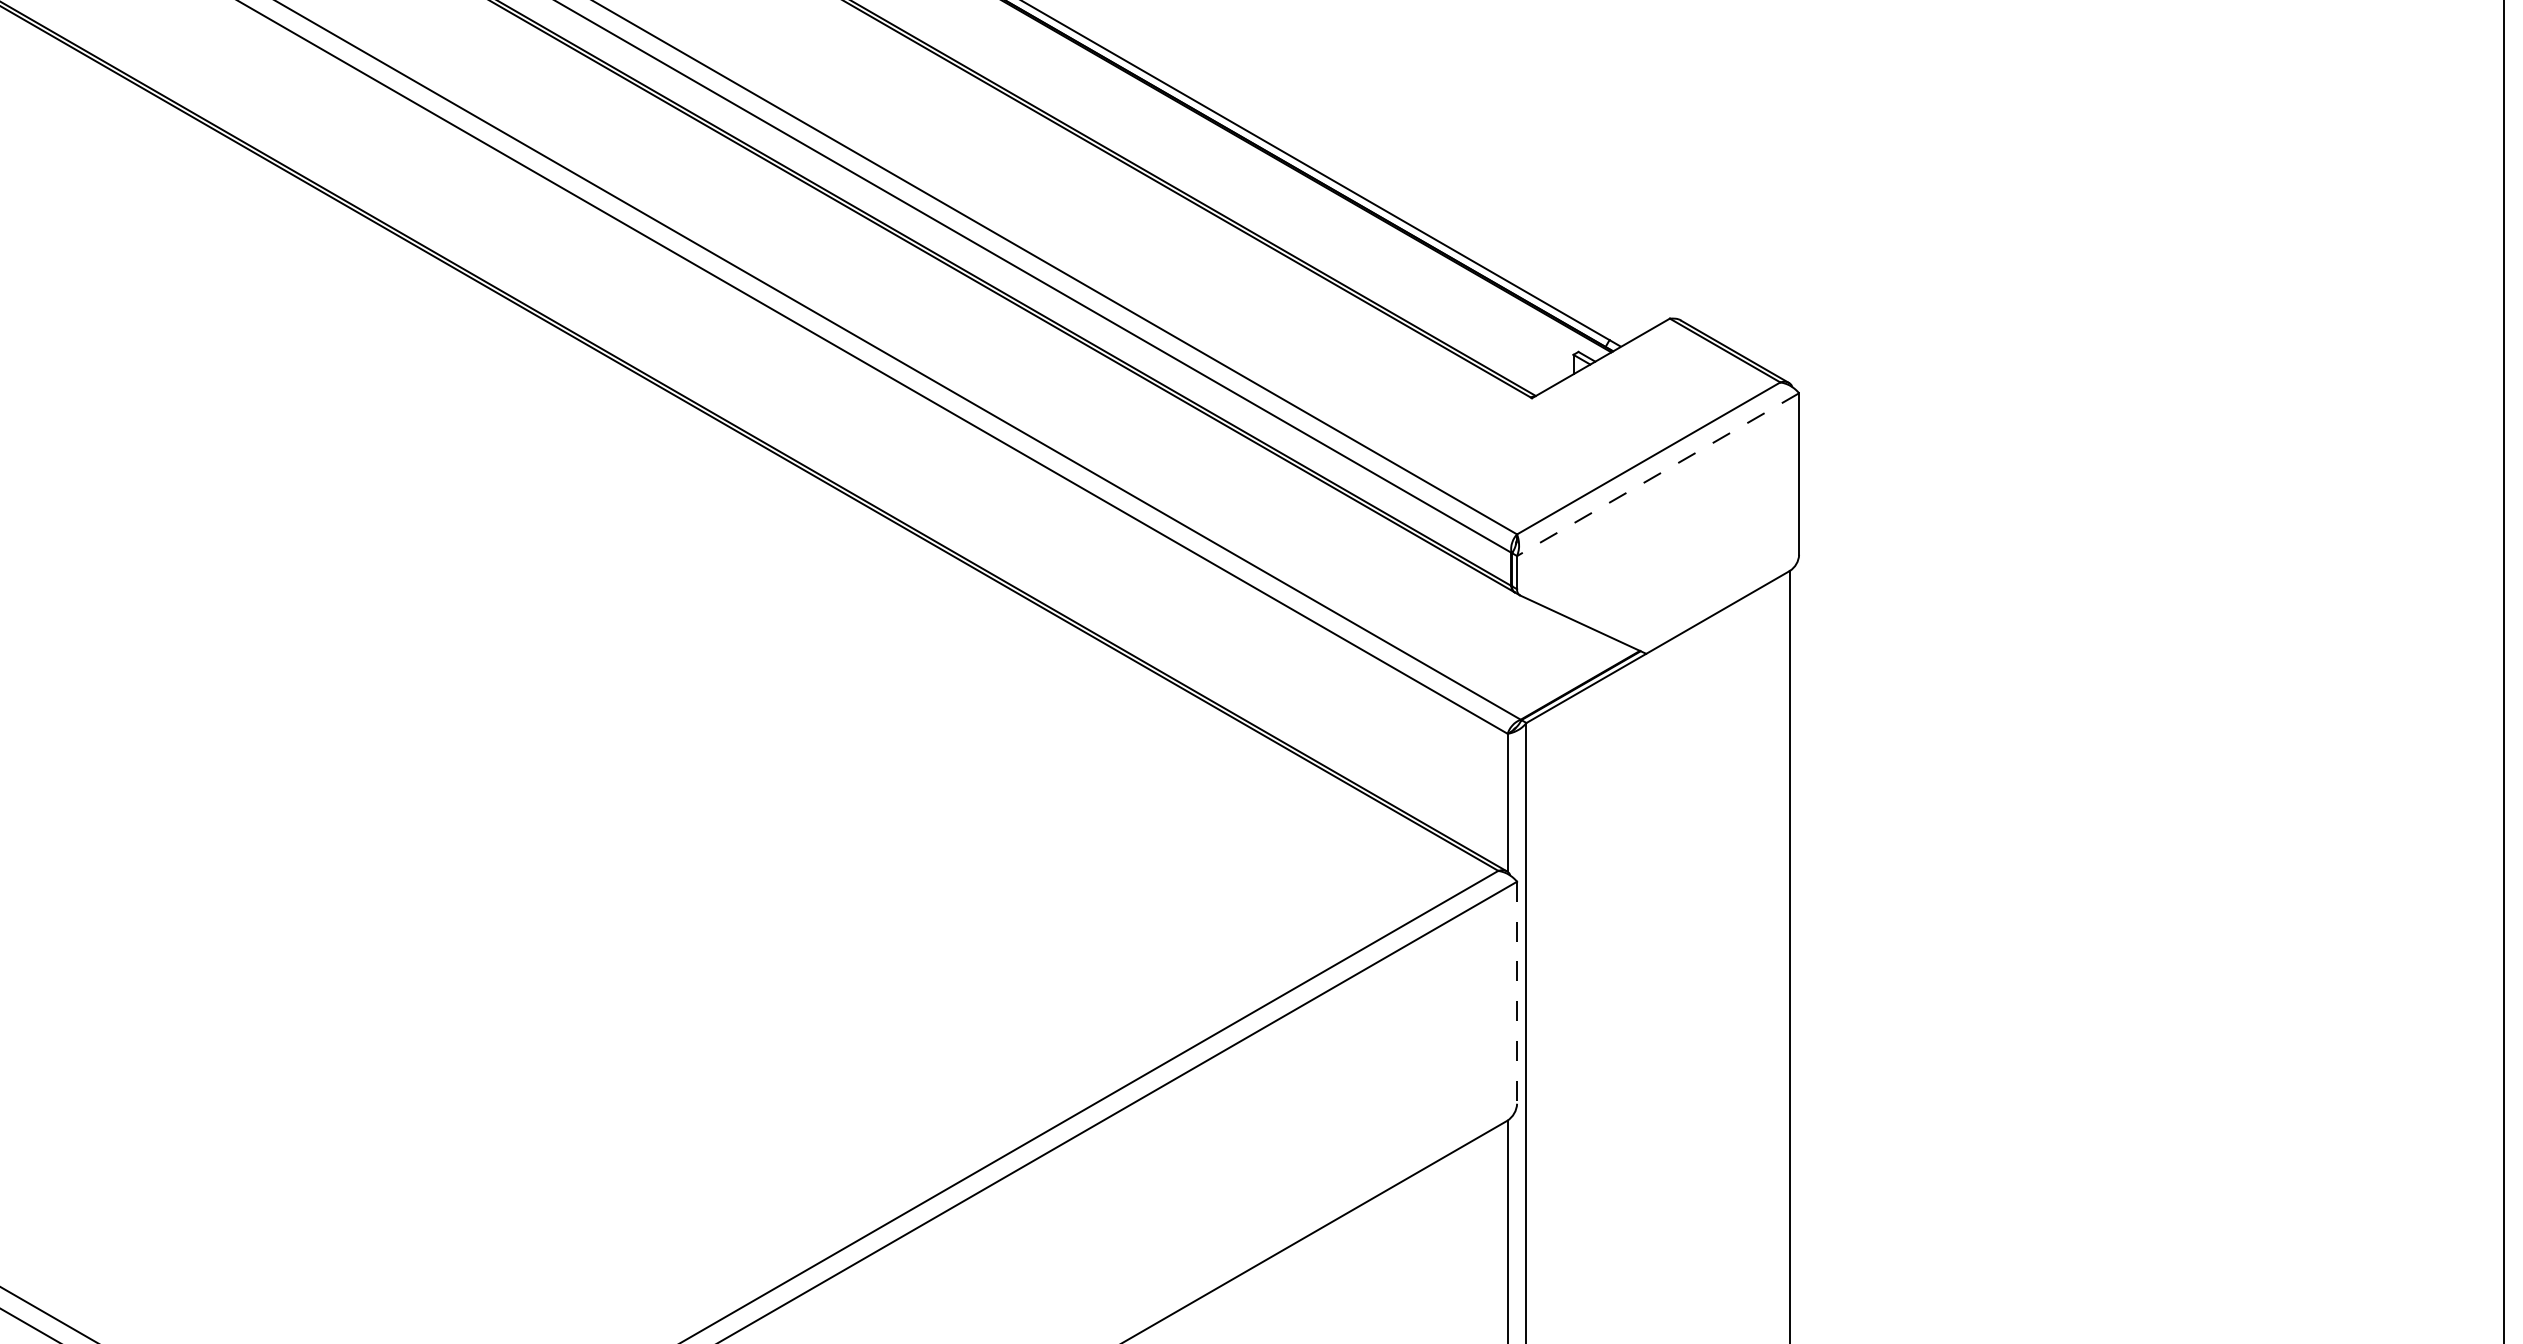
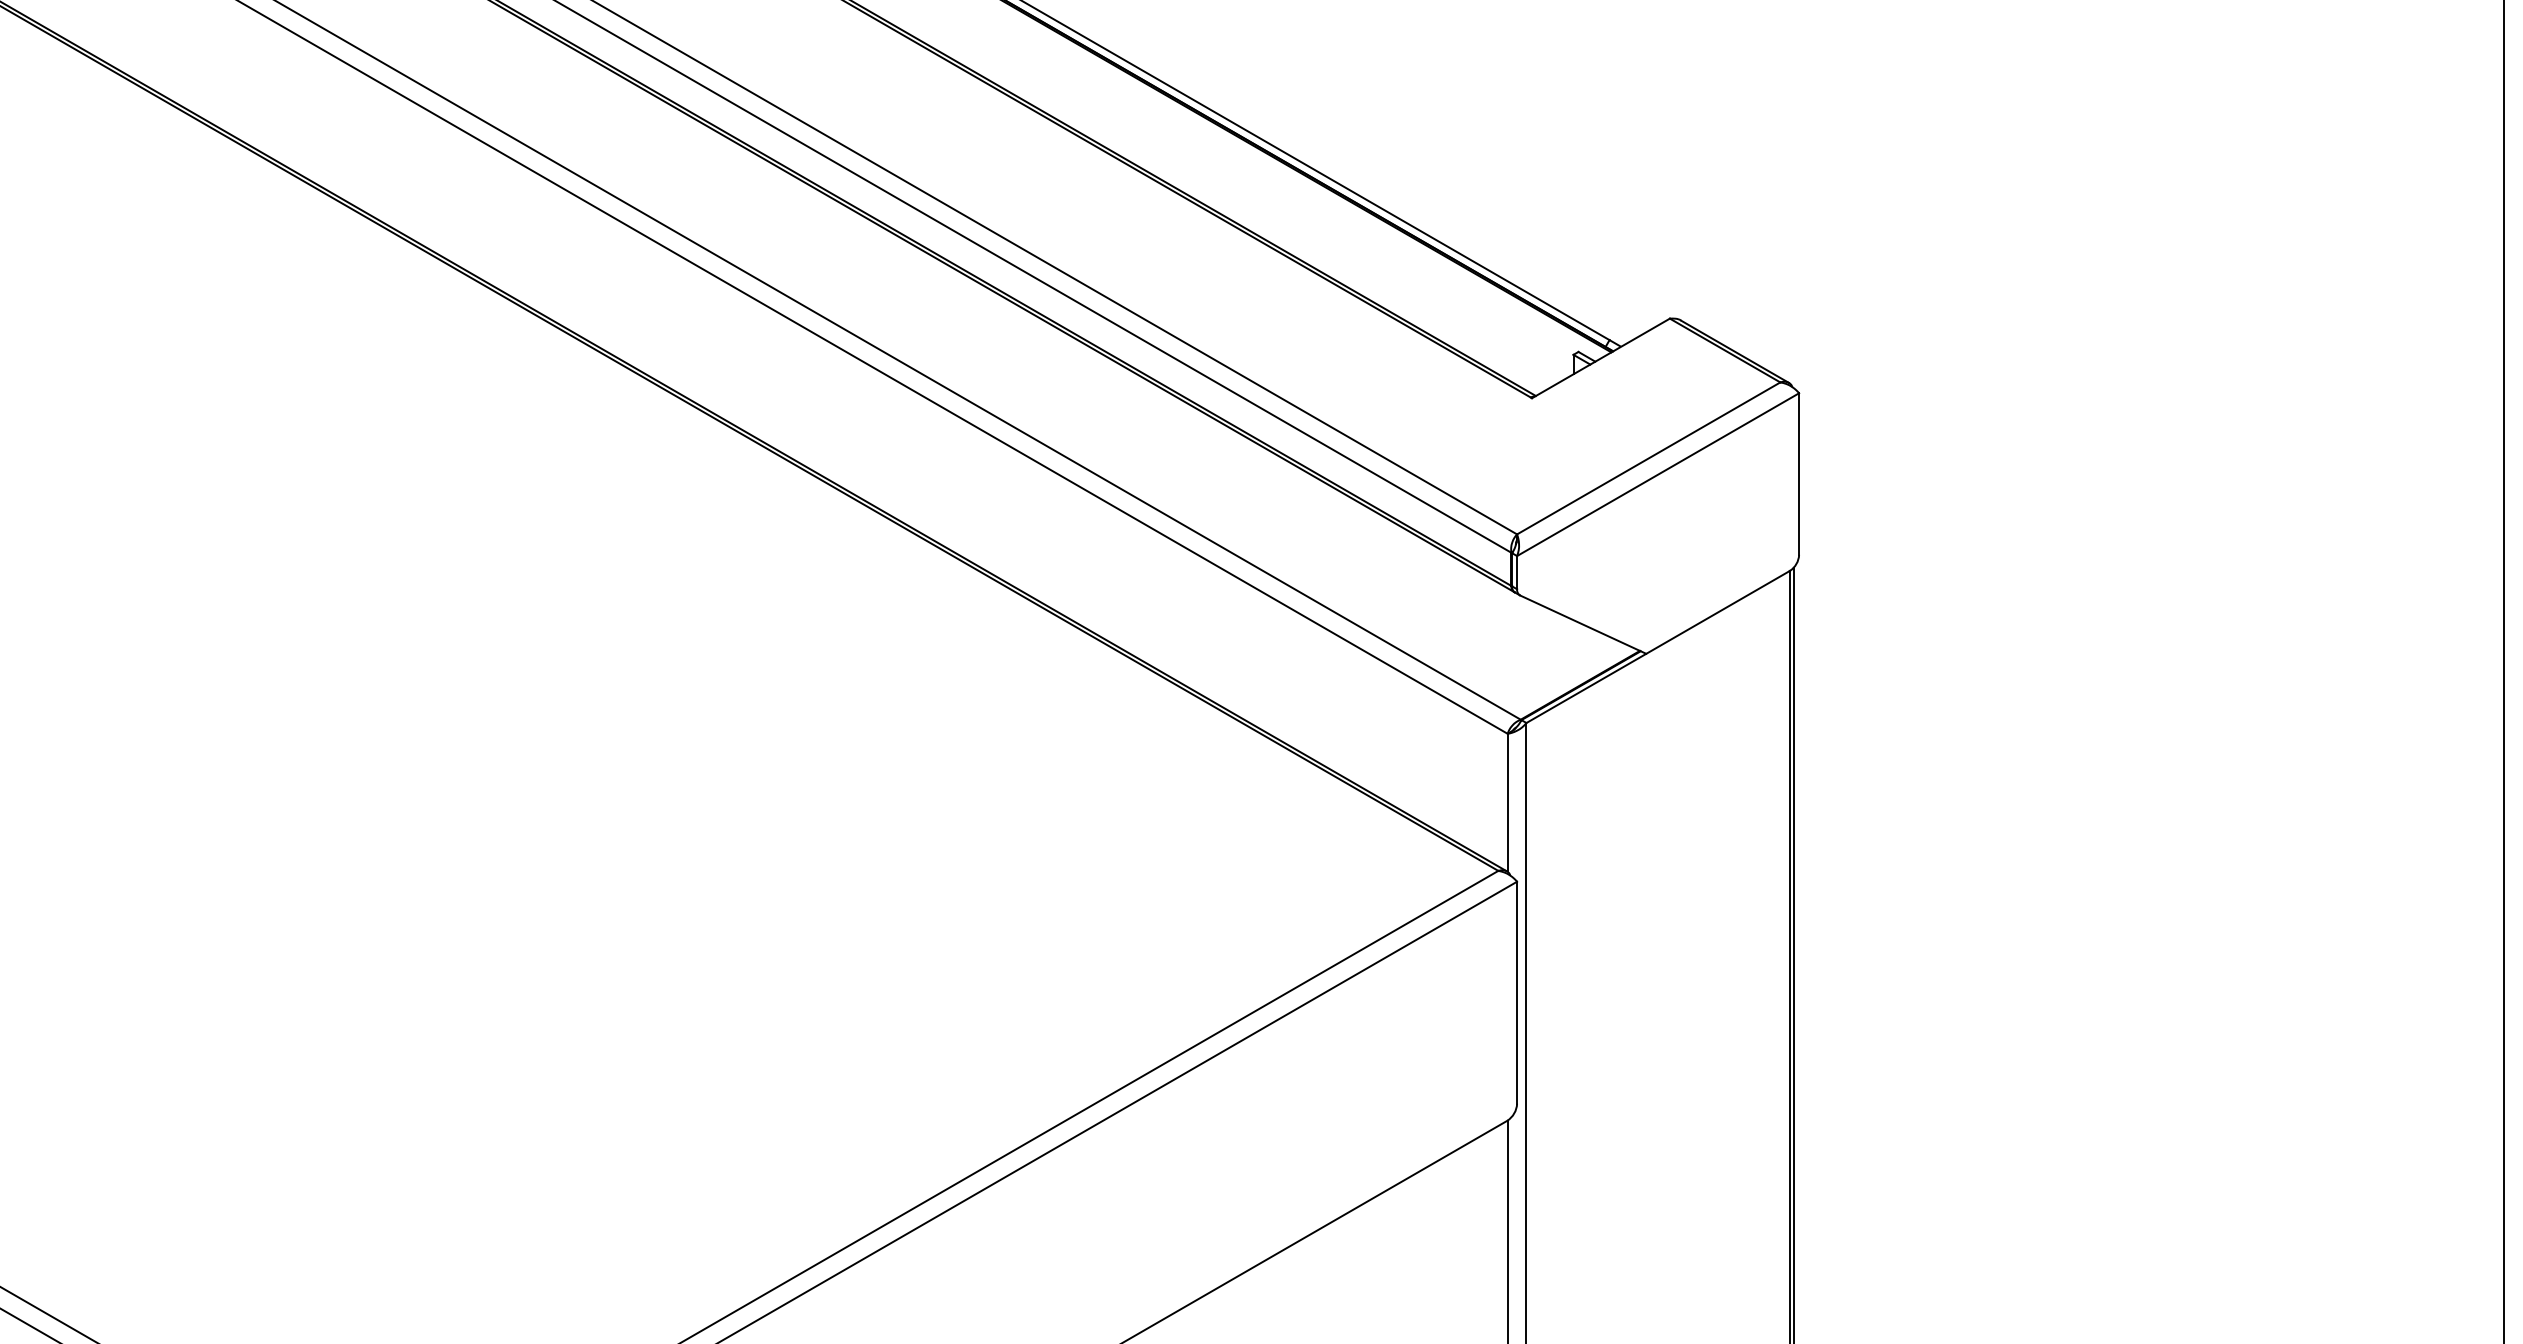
line at (1658, 474): dashed -> solid
line at (1793, 953): none -> present
line at (1517, 993): dashed -> solid
